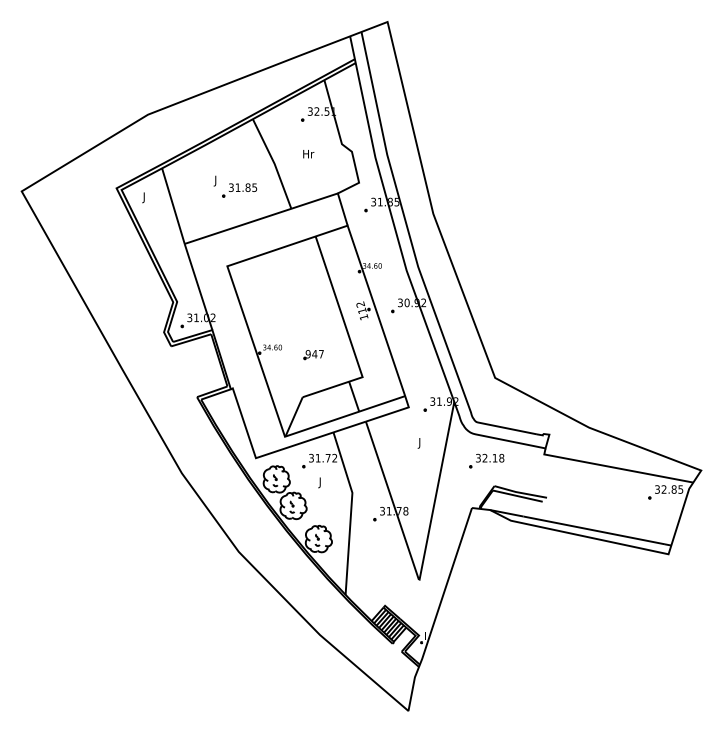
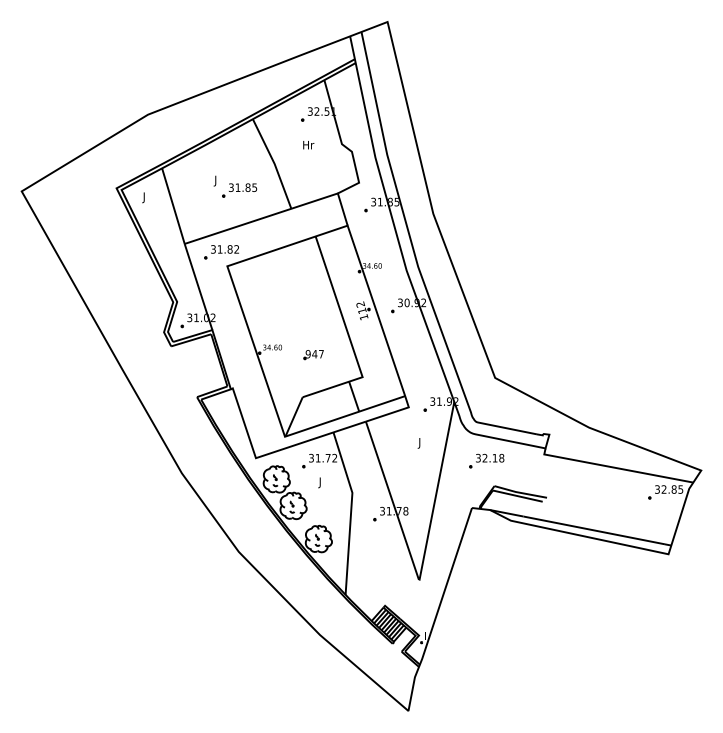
text at (308, 154) position: (308, 154) -> (308, 145)
part at (221, 252): none -> present
